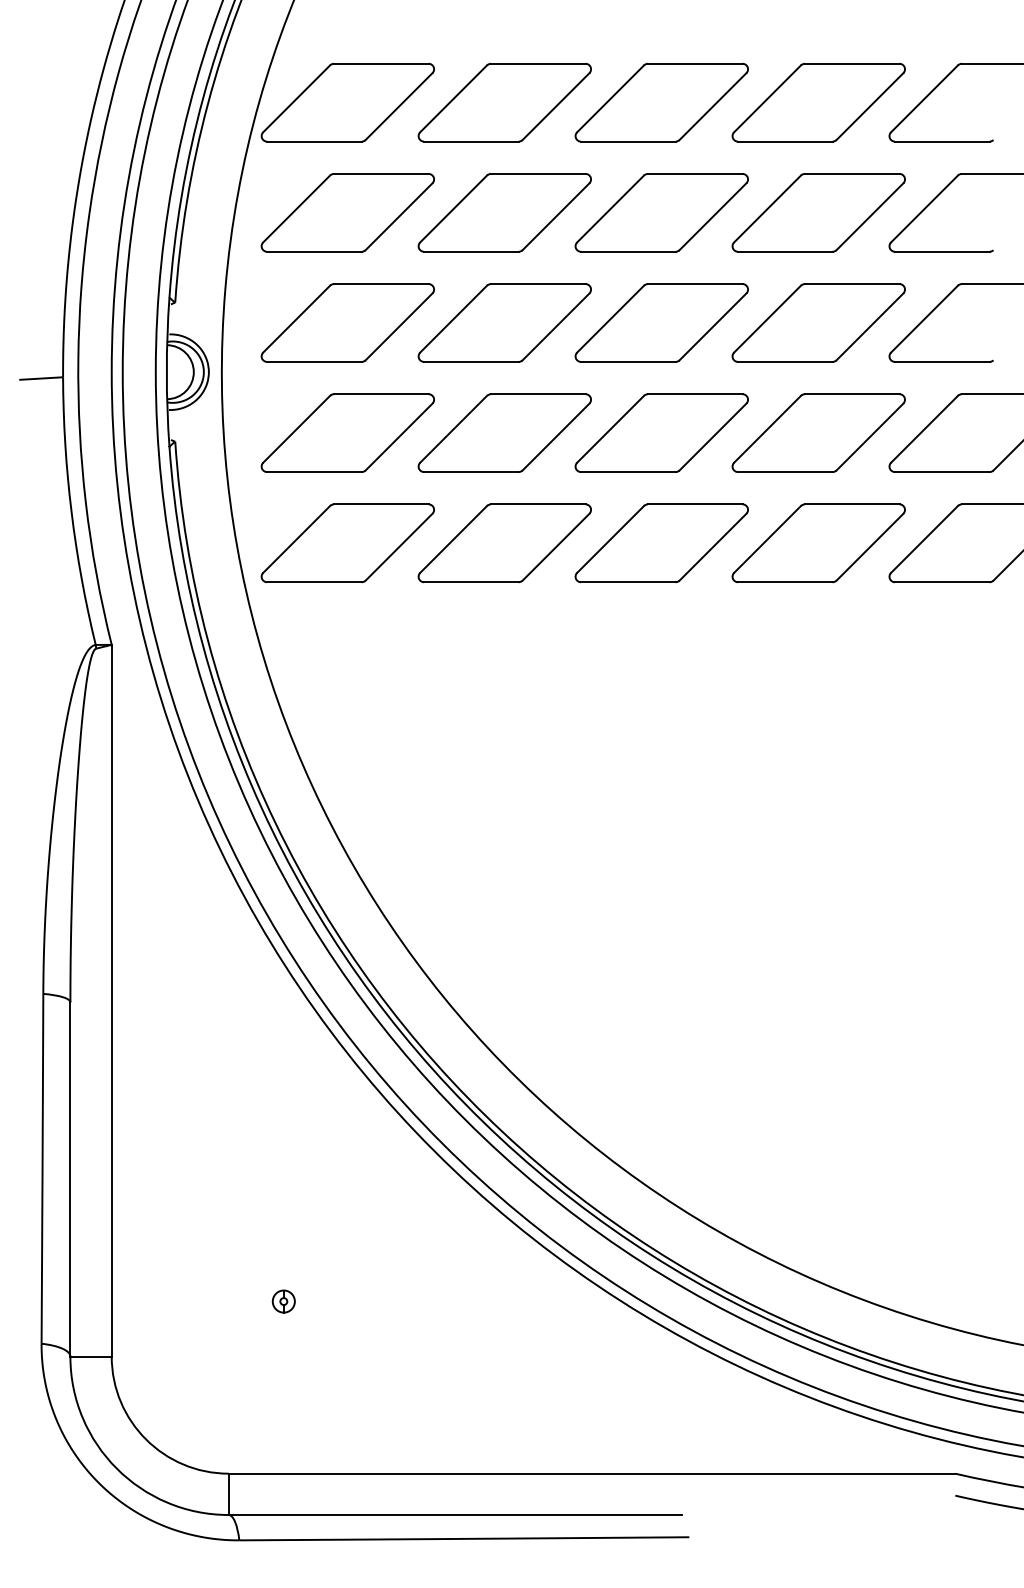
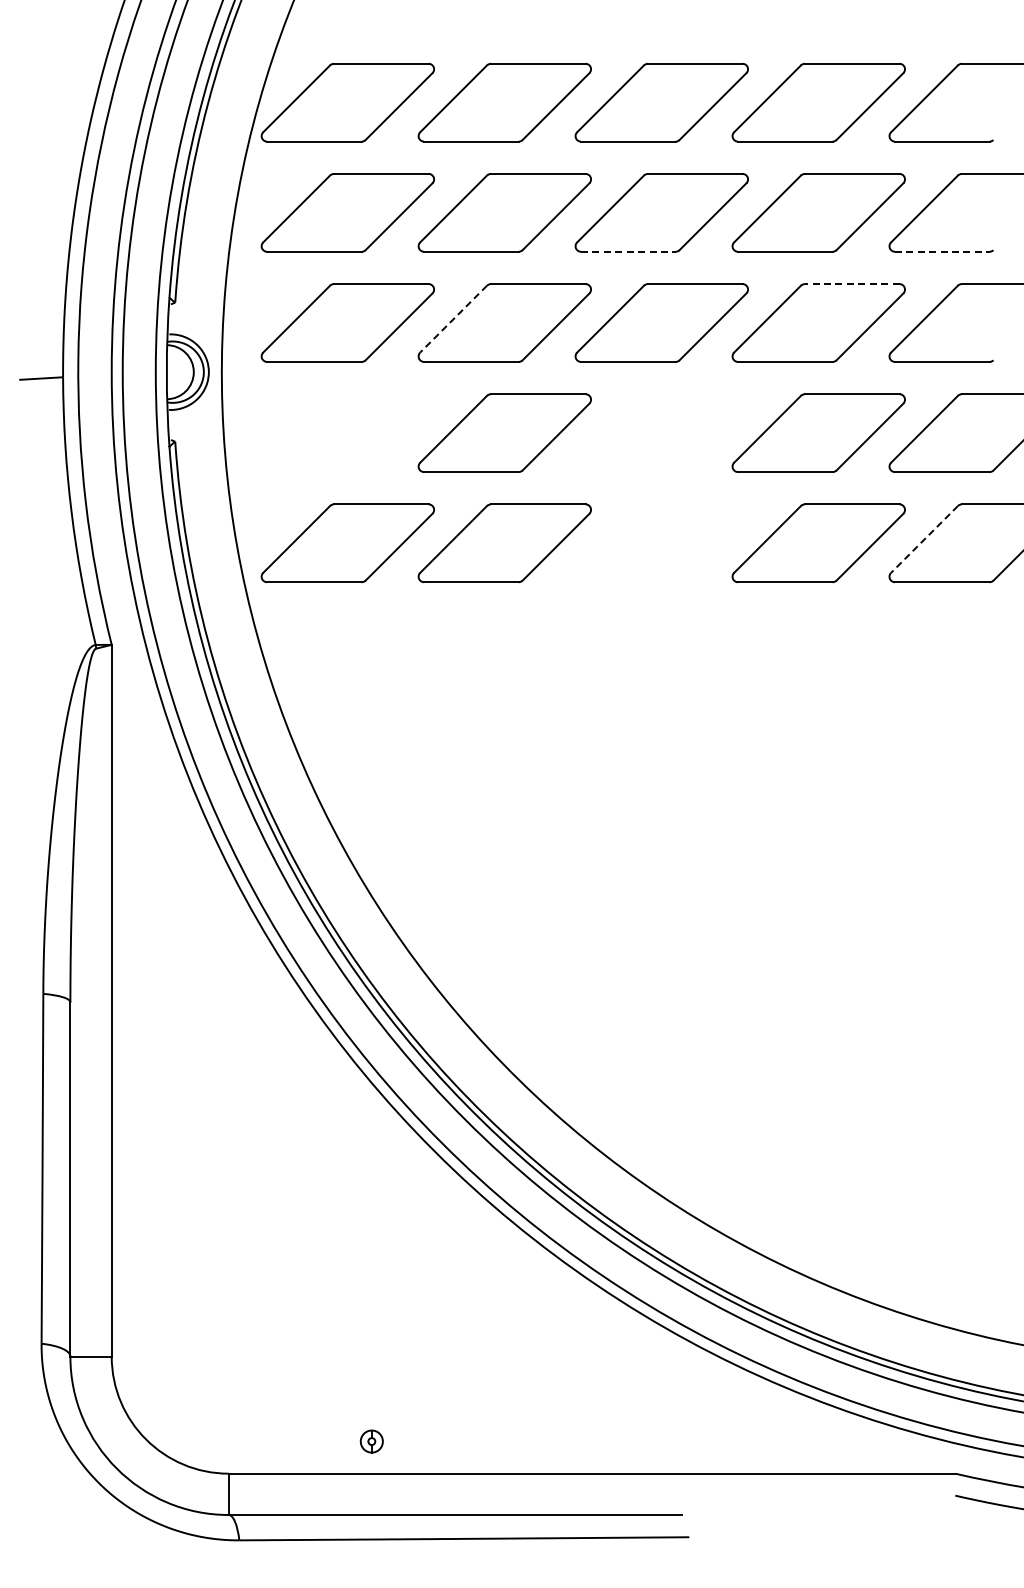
line at (628, 251): solid -> dashed
line at (942, 251): solid -> dashed
line at (851, 284): solid -> dashed
line at (453, 319): solid -> dashed
part at (347, 432): present -> none
part at (661, 432): present -> none
line at (924, 539): solid -> dashed
part at (661, 543): present -> none
part at (283, 1301) position: (283, 1301) -> (371, 1441)
